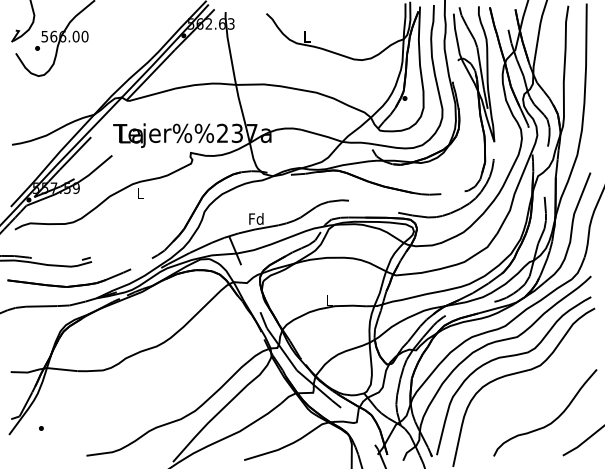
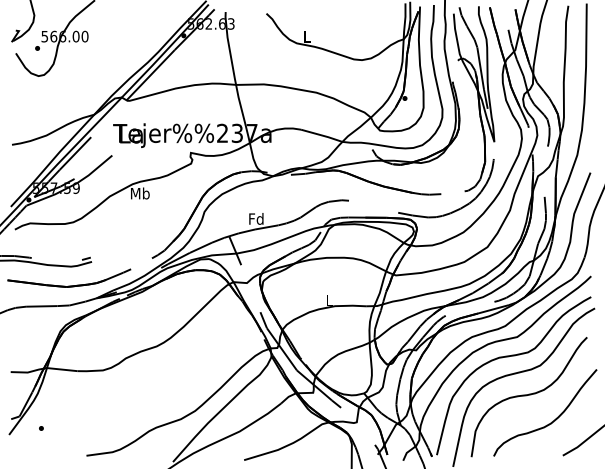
text at (140, 193): L -> Mb
curve at (528, 395): none -> present
